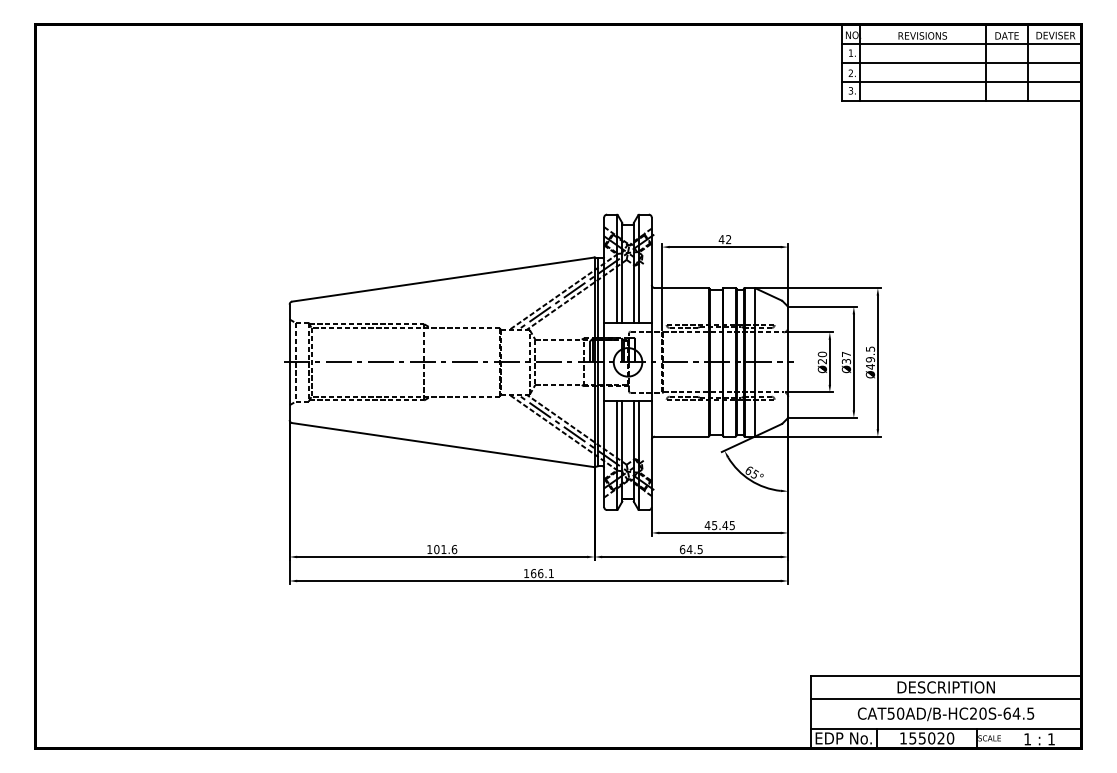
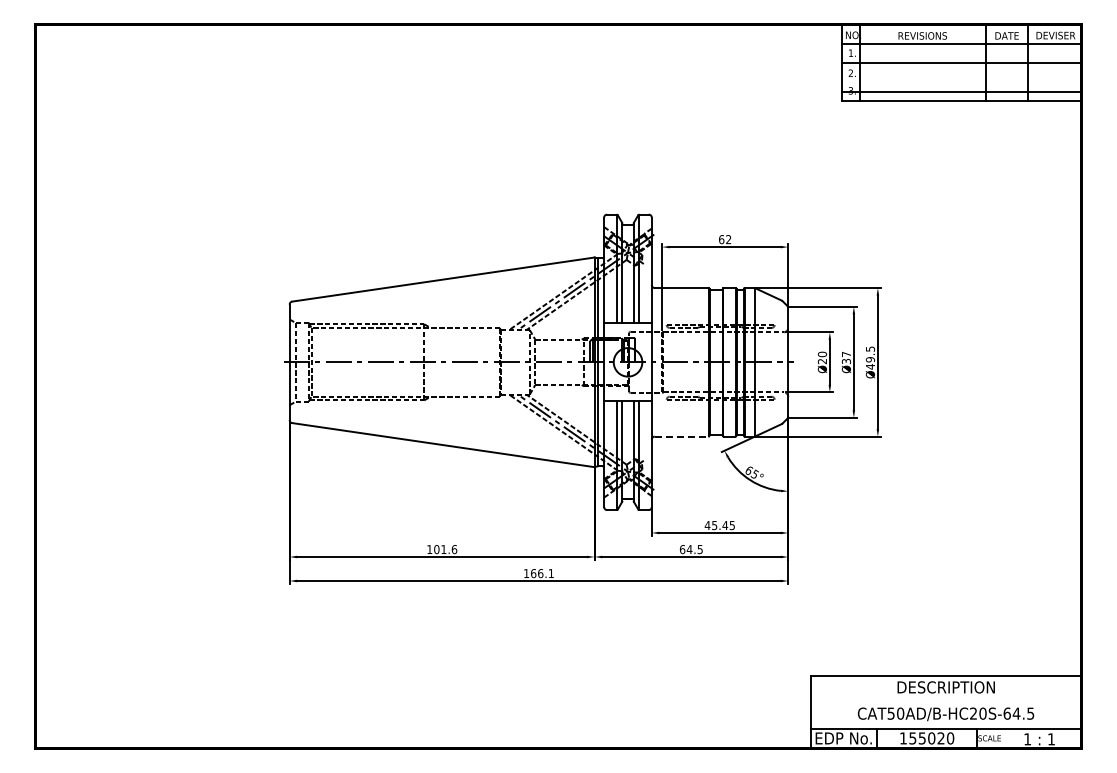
line at (961, 82) position: (961, 82) -> (961, 92)
text at (721, 239): 42 -> 62
line at (681, 436): solid -> dashed
line at (945, 698): present -> none
